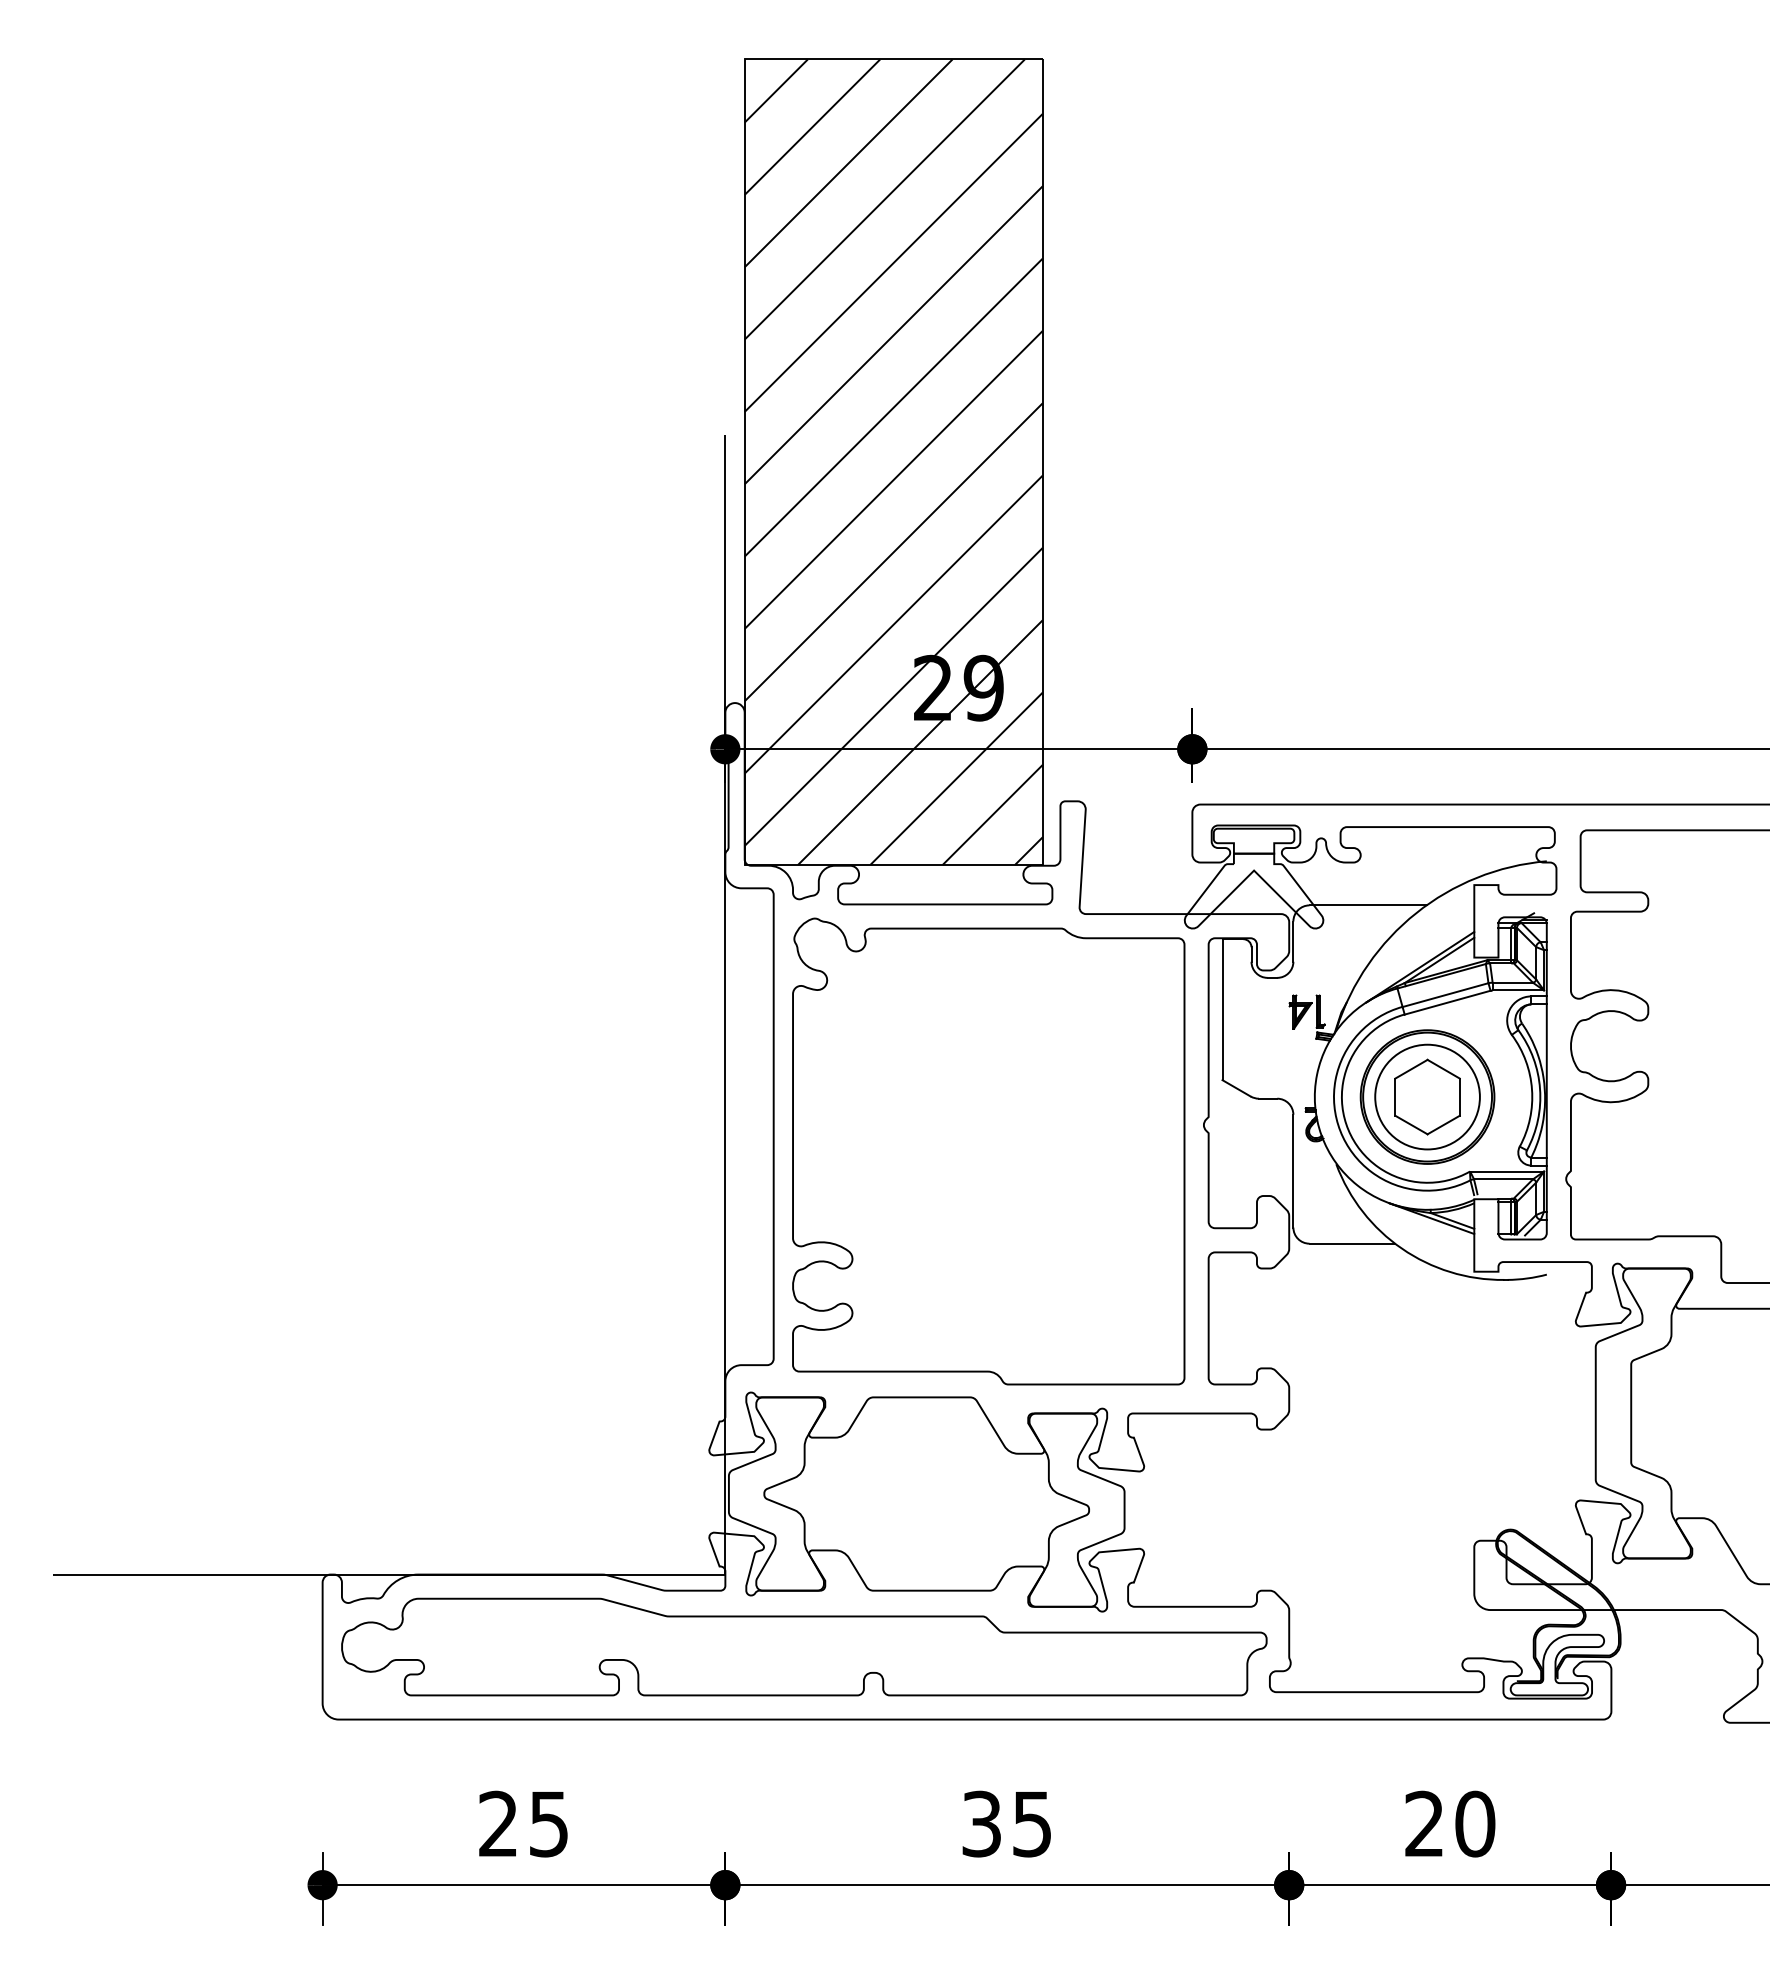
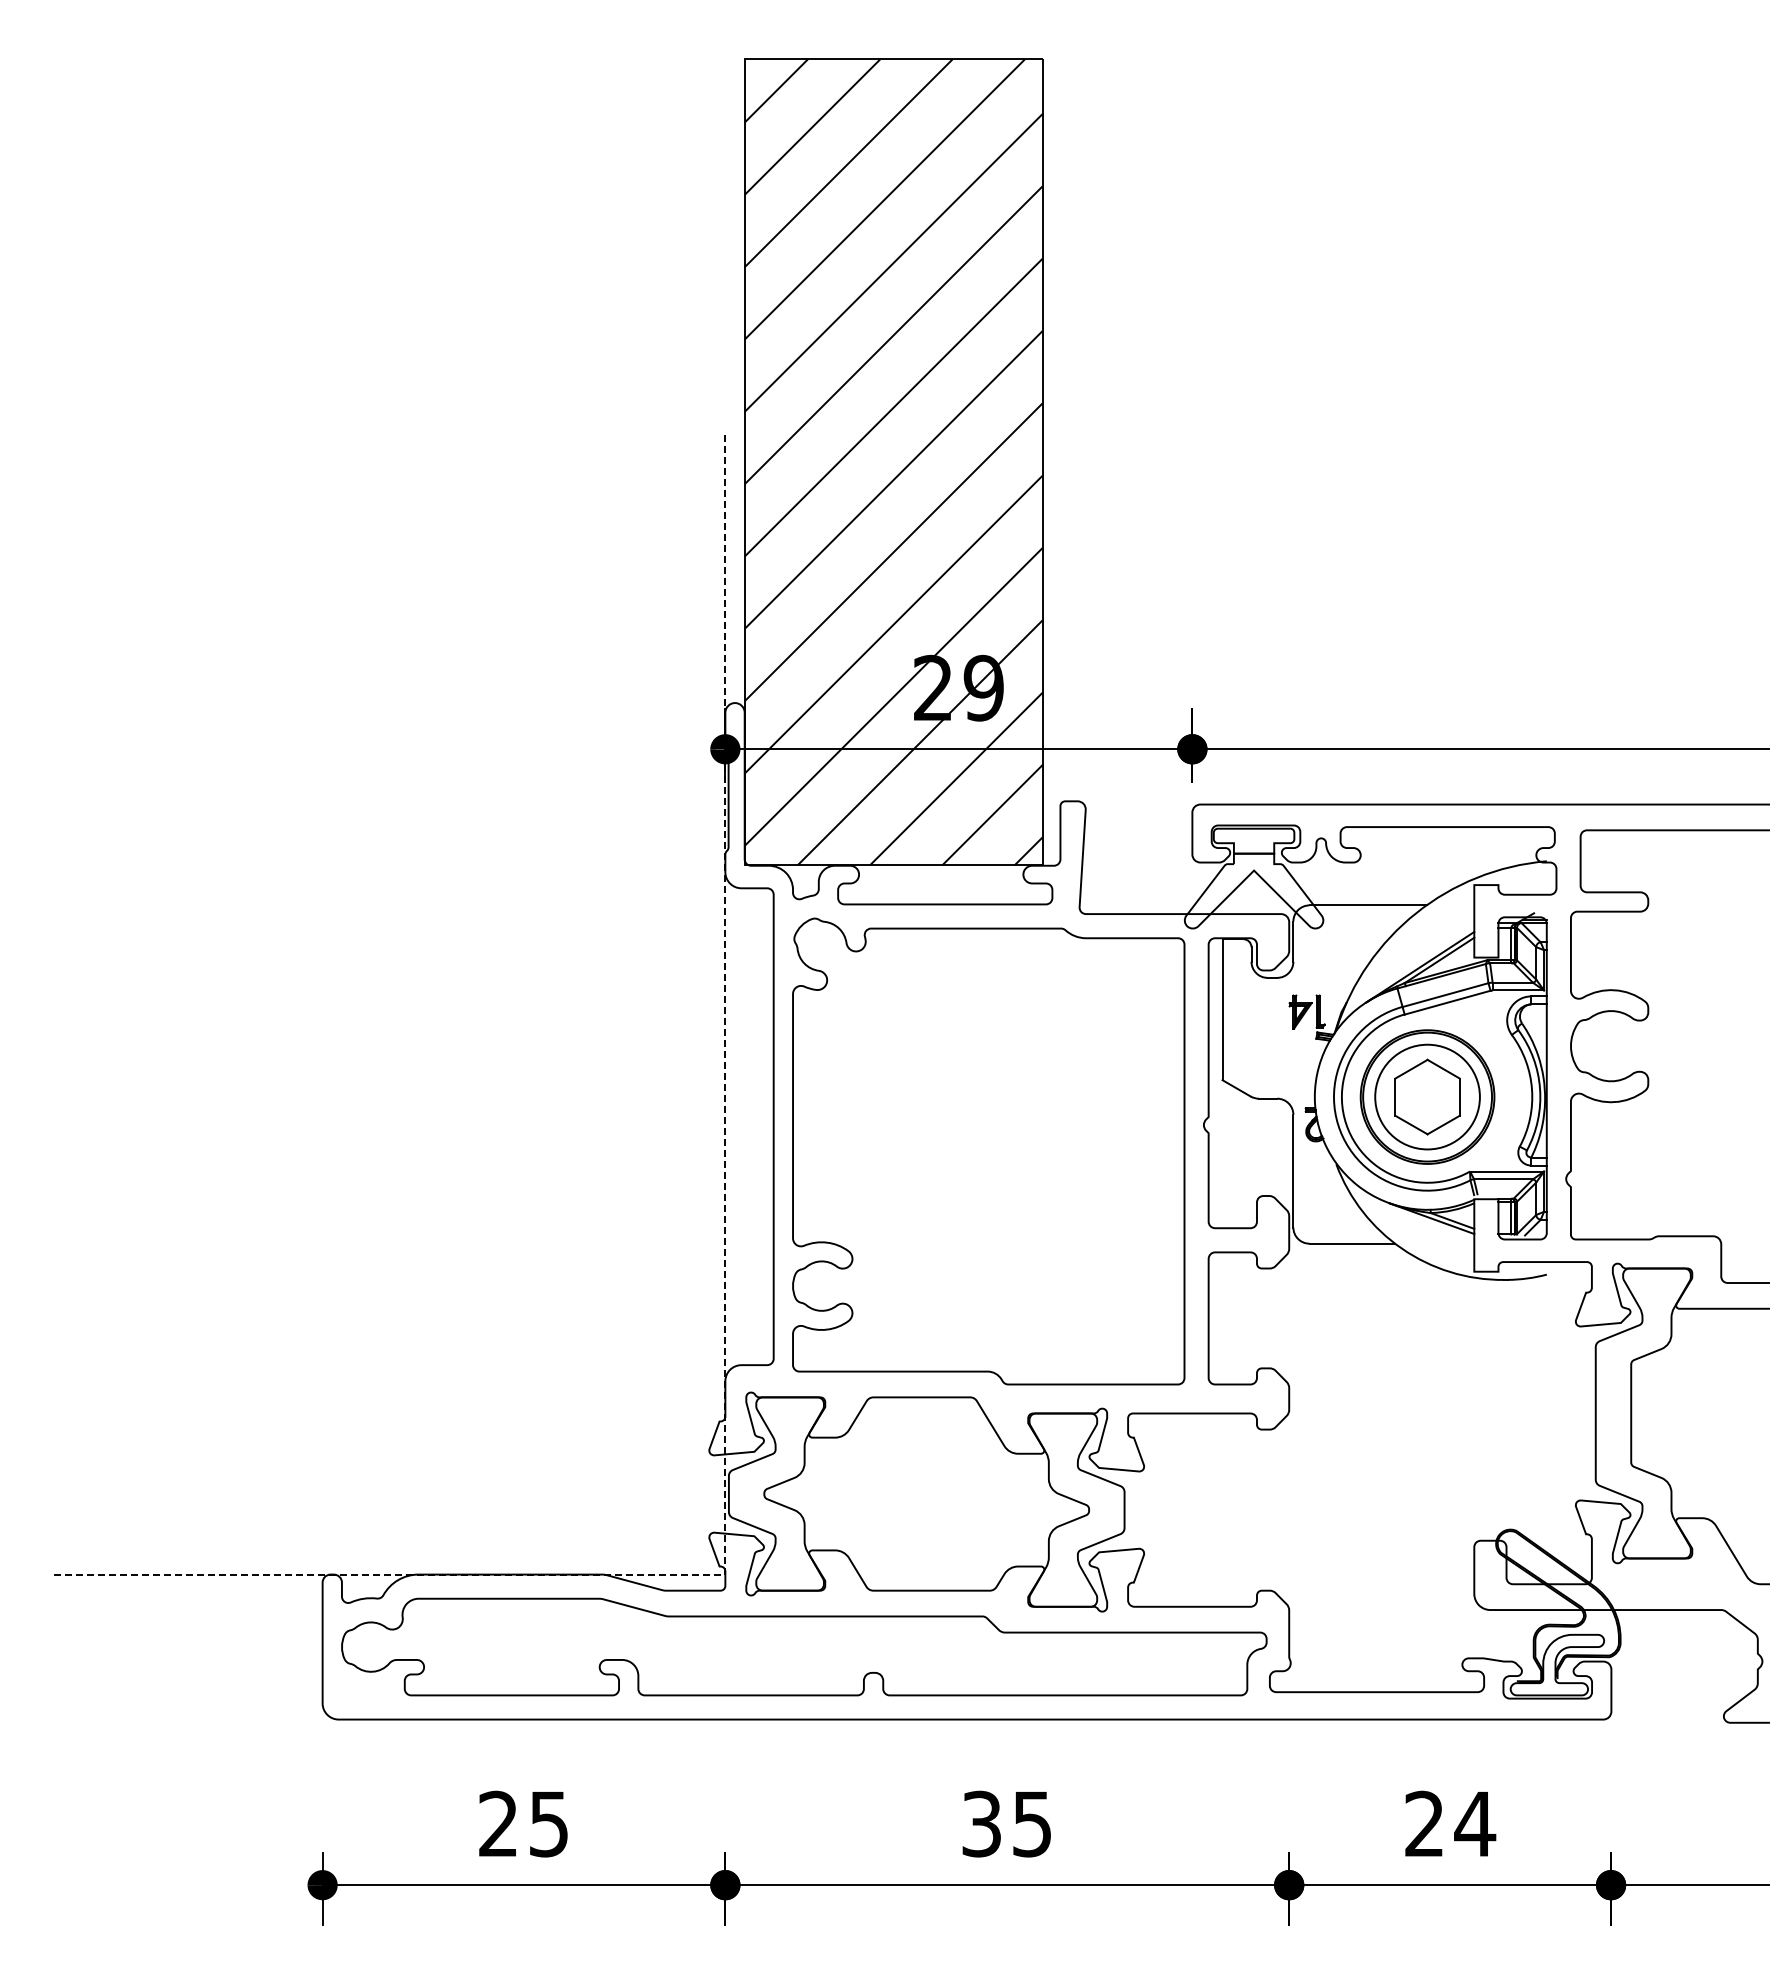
line at (725, 1341): solid -> dashed
text at (1475, 1823): 20 -> 24
